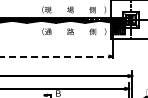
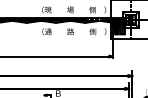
line at (56, 56): dashed -> solid
